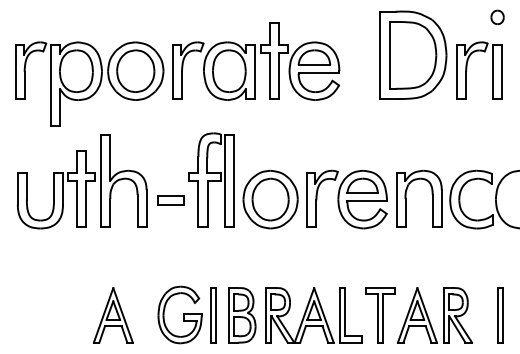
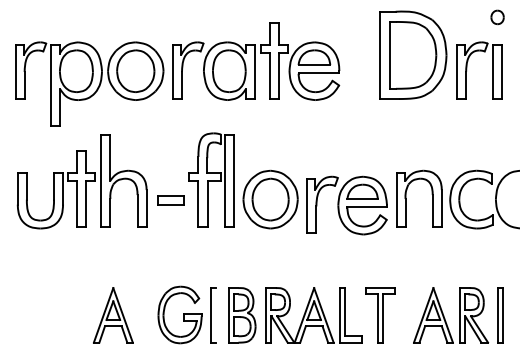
part at (346, 199) position: (346, 199) -> (346, 205)
line at (216, 315): present -> none
part at (429, 318) position: (429, 318) -> (445, 318)
